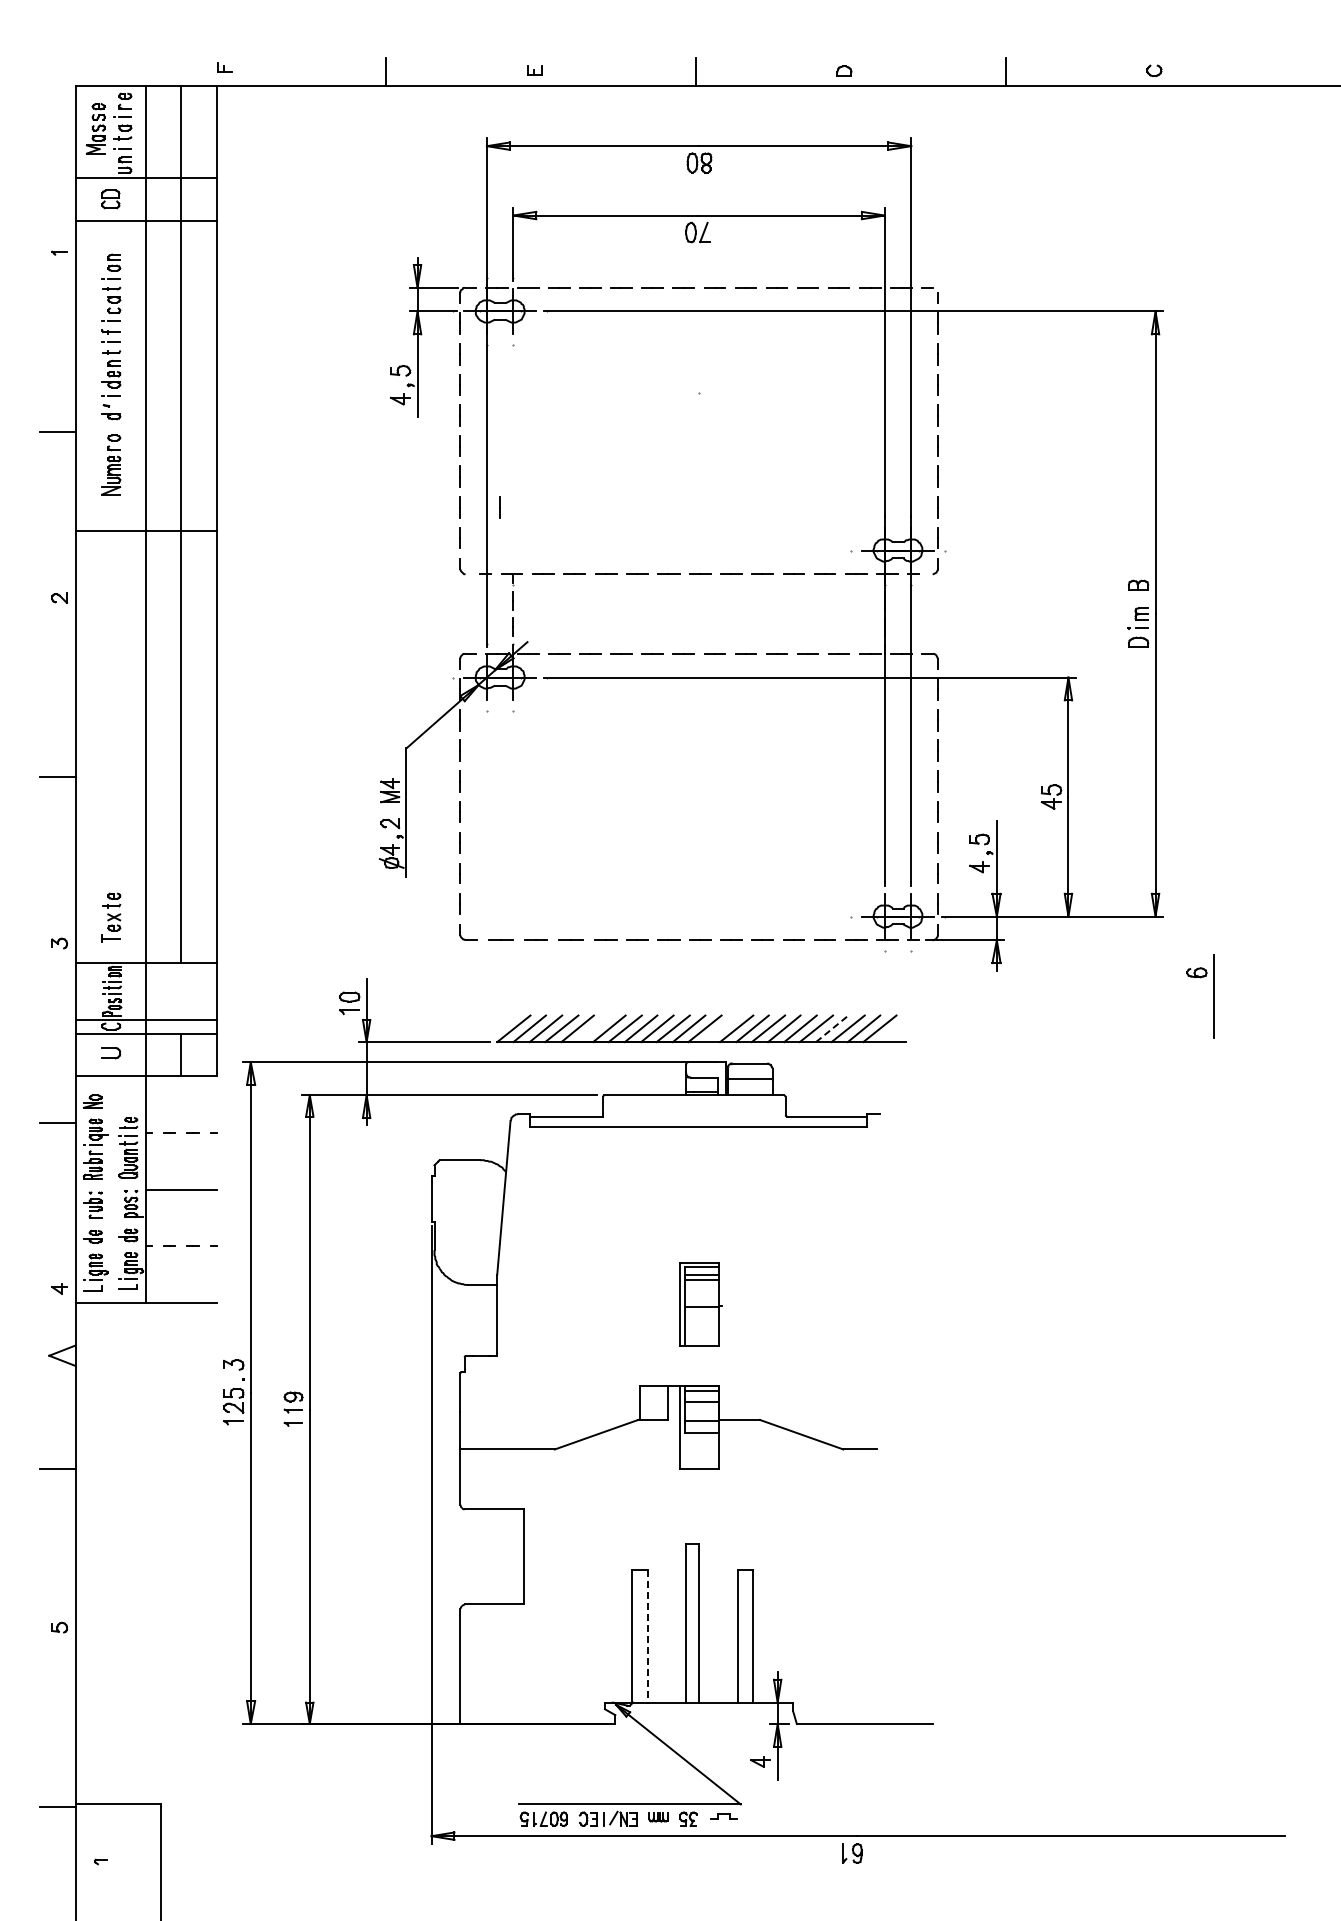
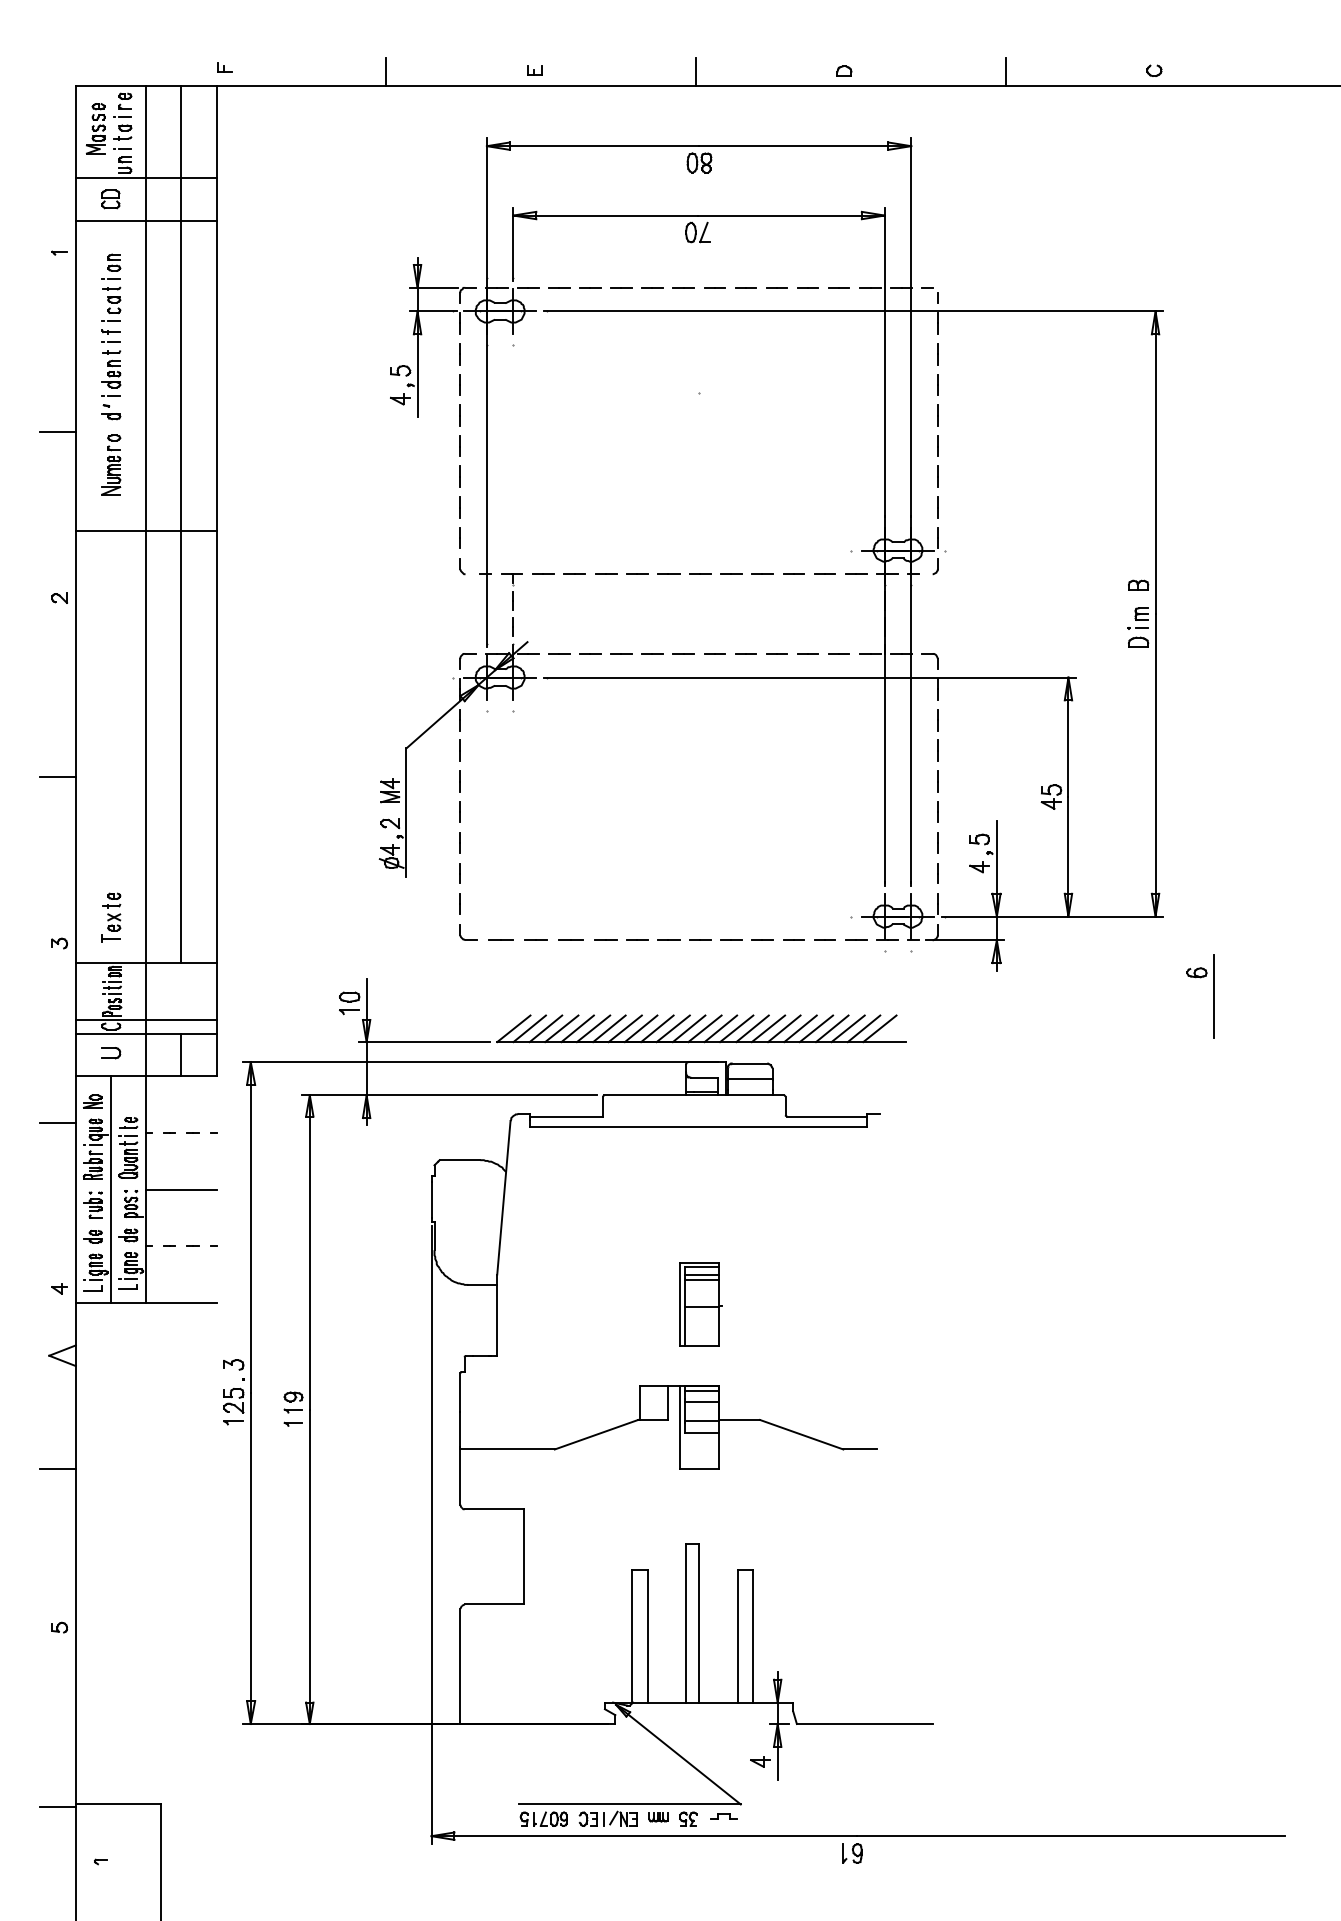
line at (499, 507): present -> none
line at (593, 1028): none -> present
line at (720, 1028): none -> present
line at (832, 1028): dashed -> solid
line at (110, 1189): none -> present
line at (647, 1636): dashed -> solid
